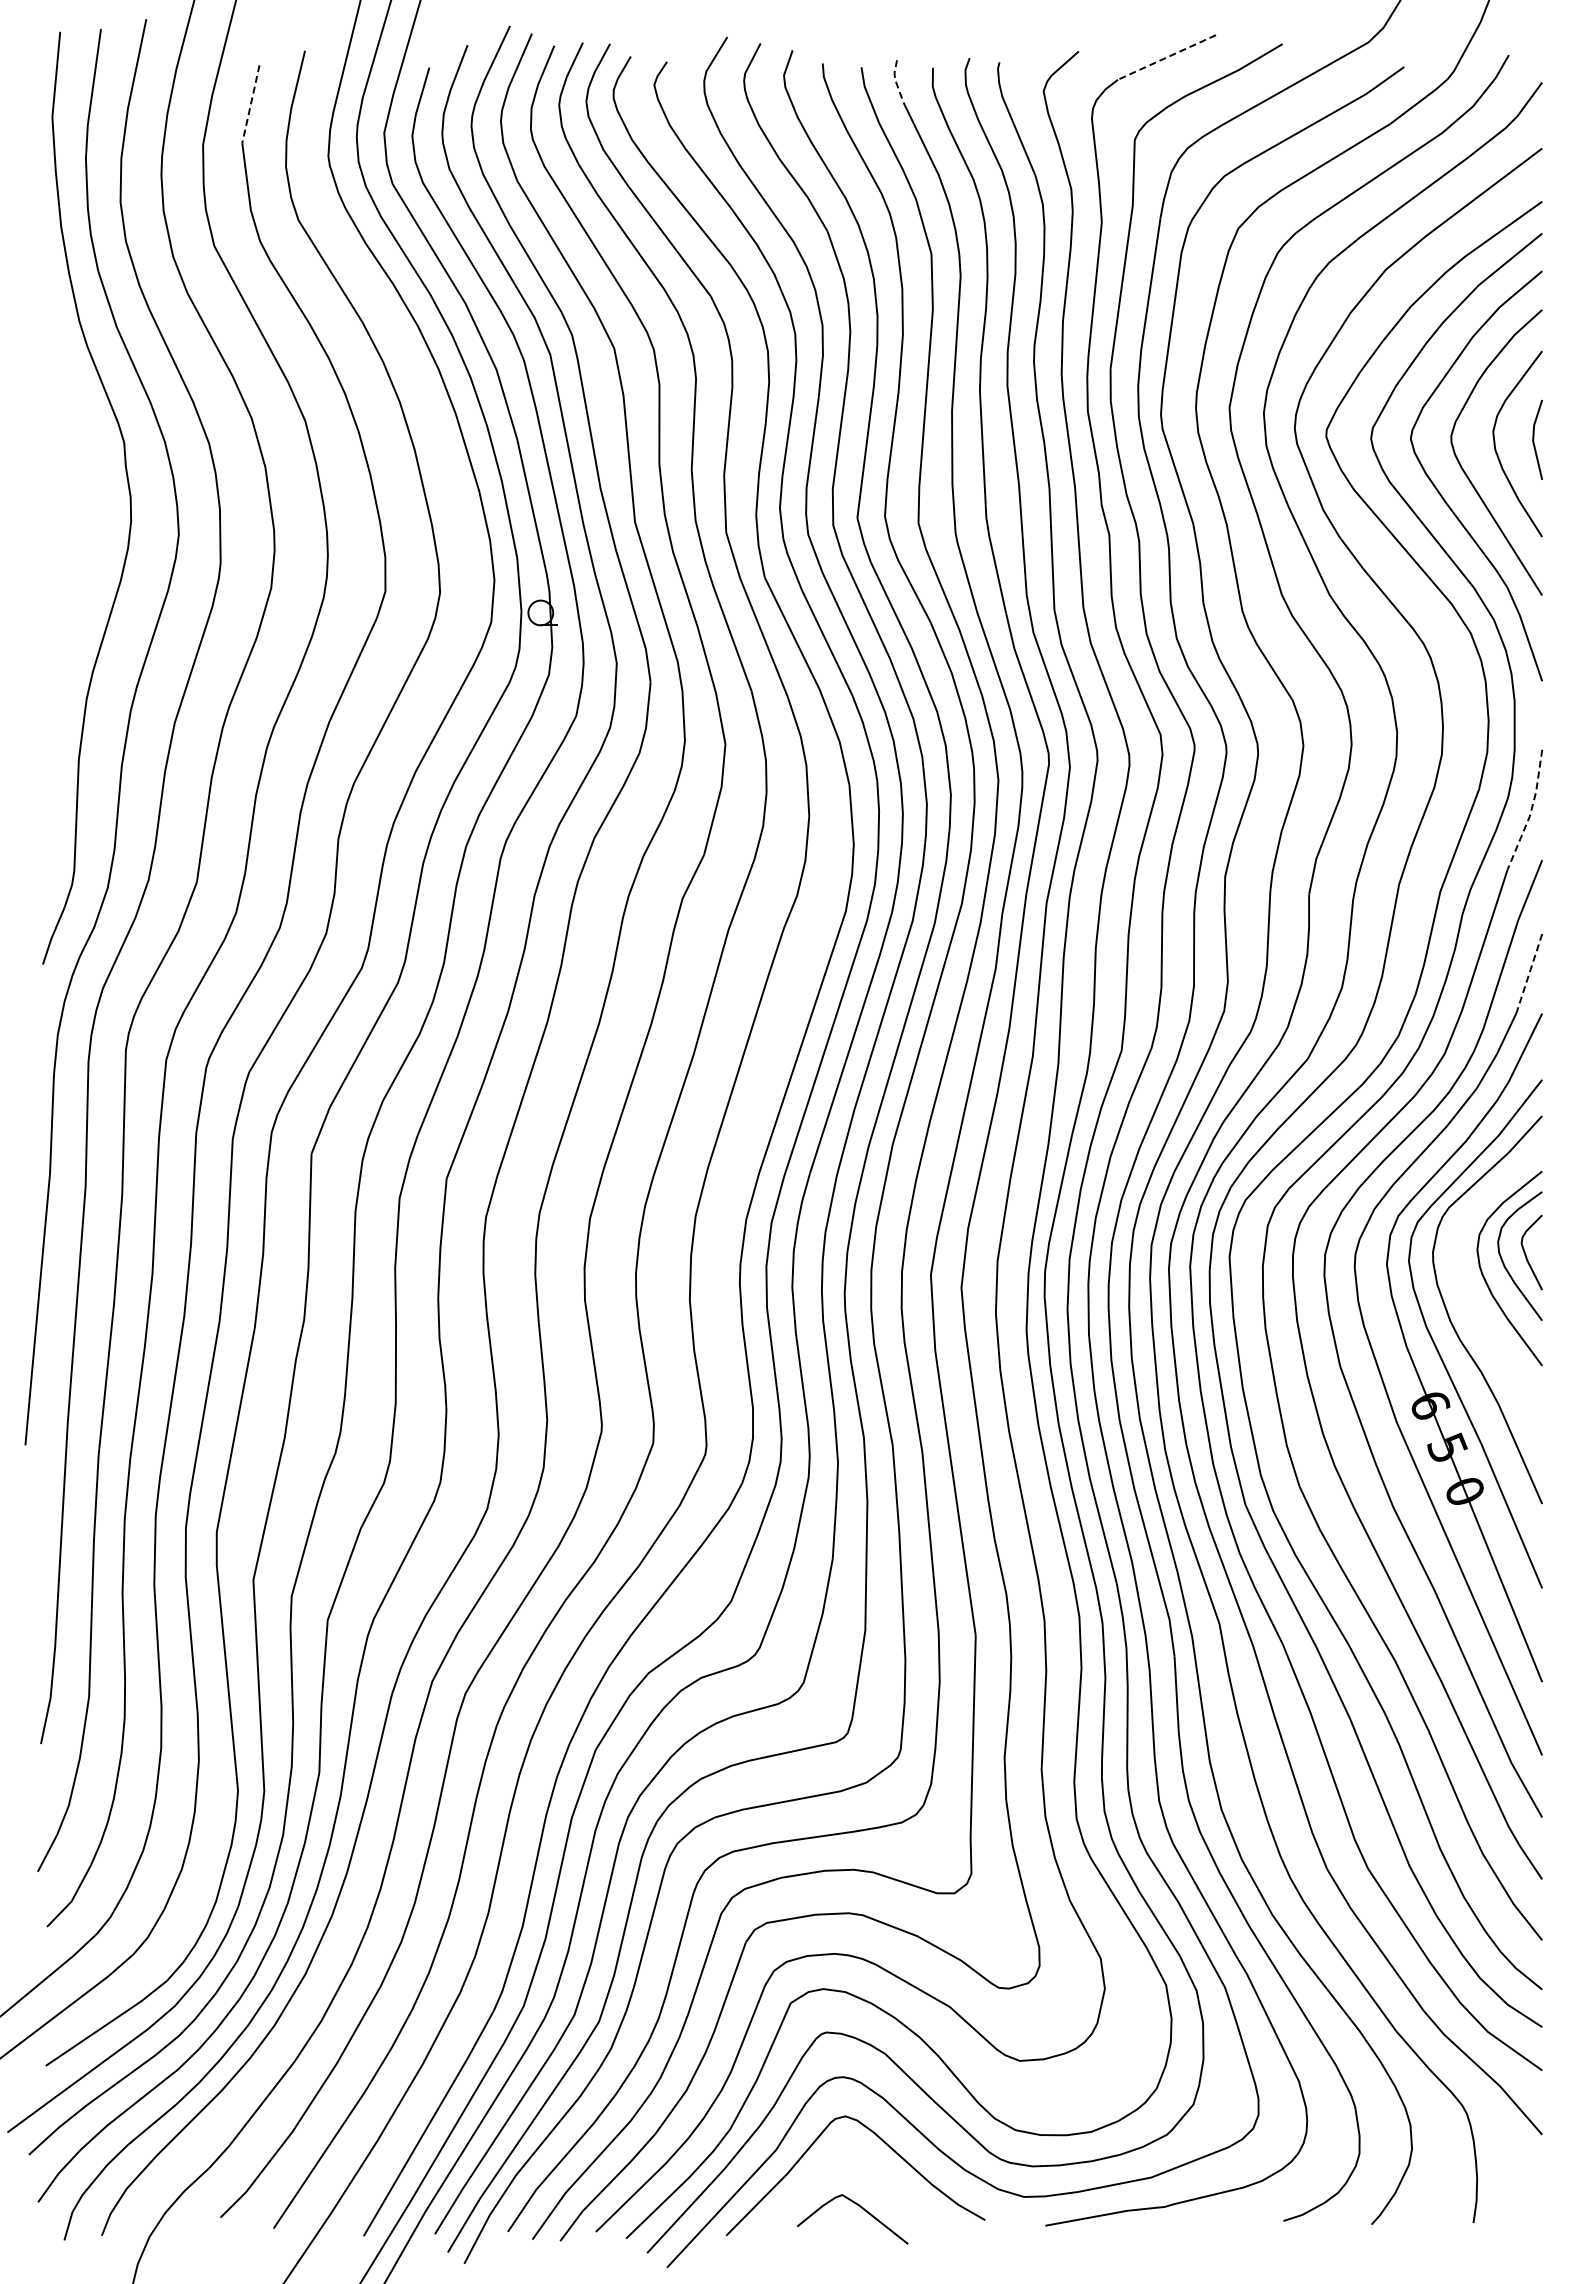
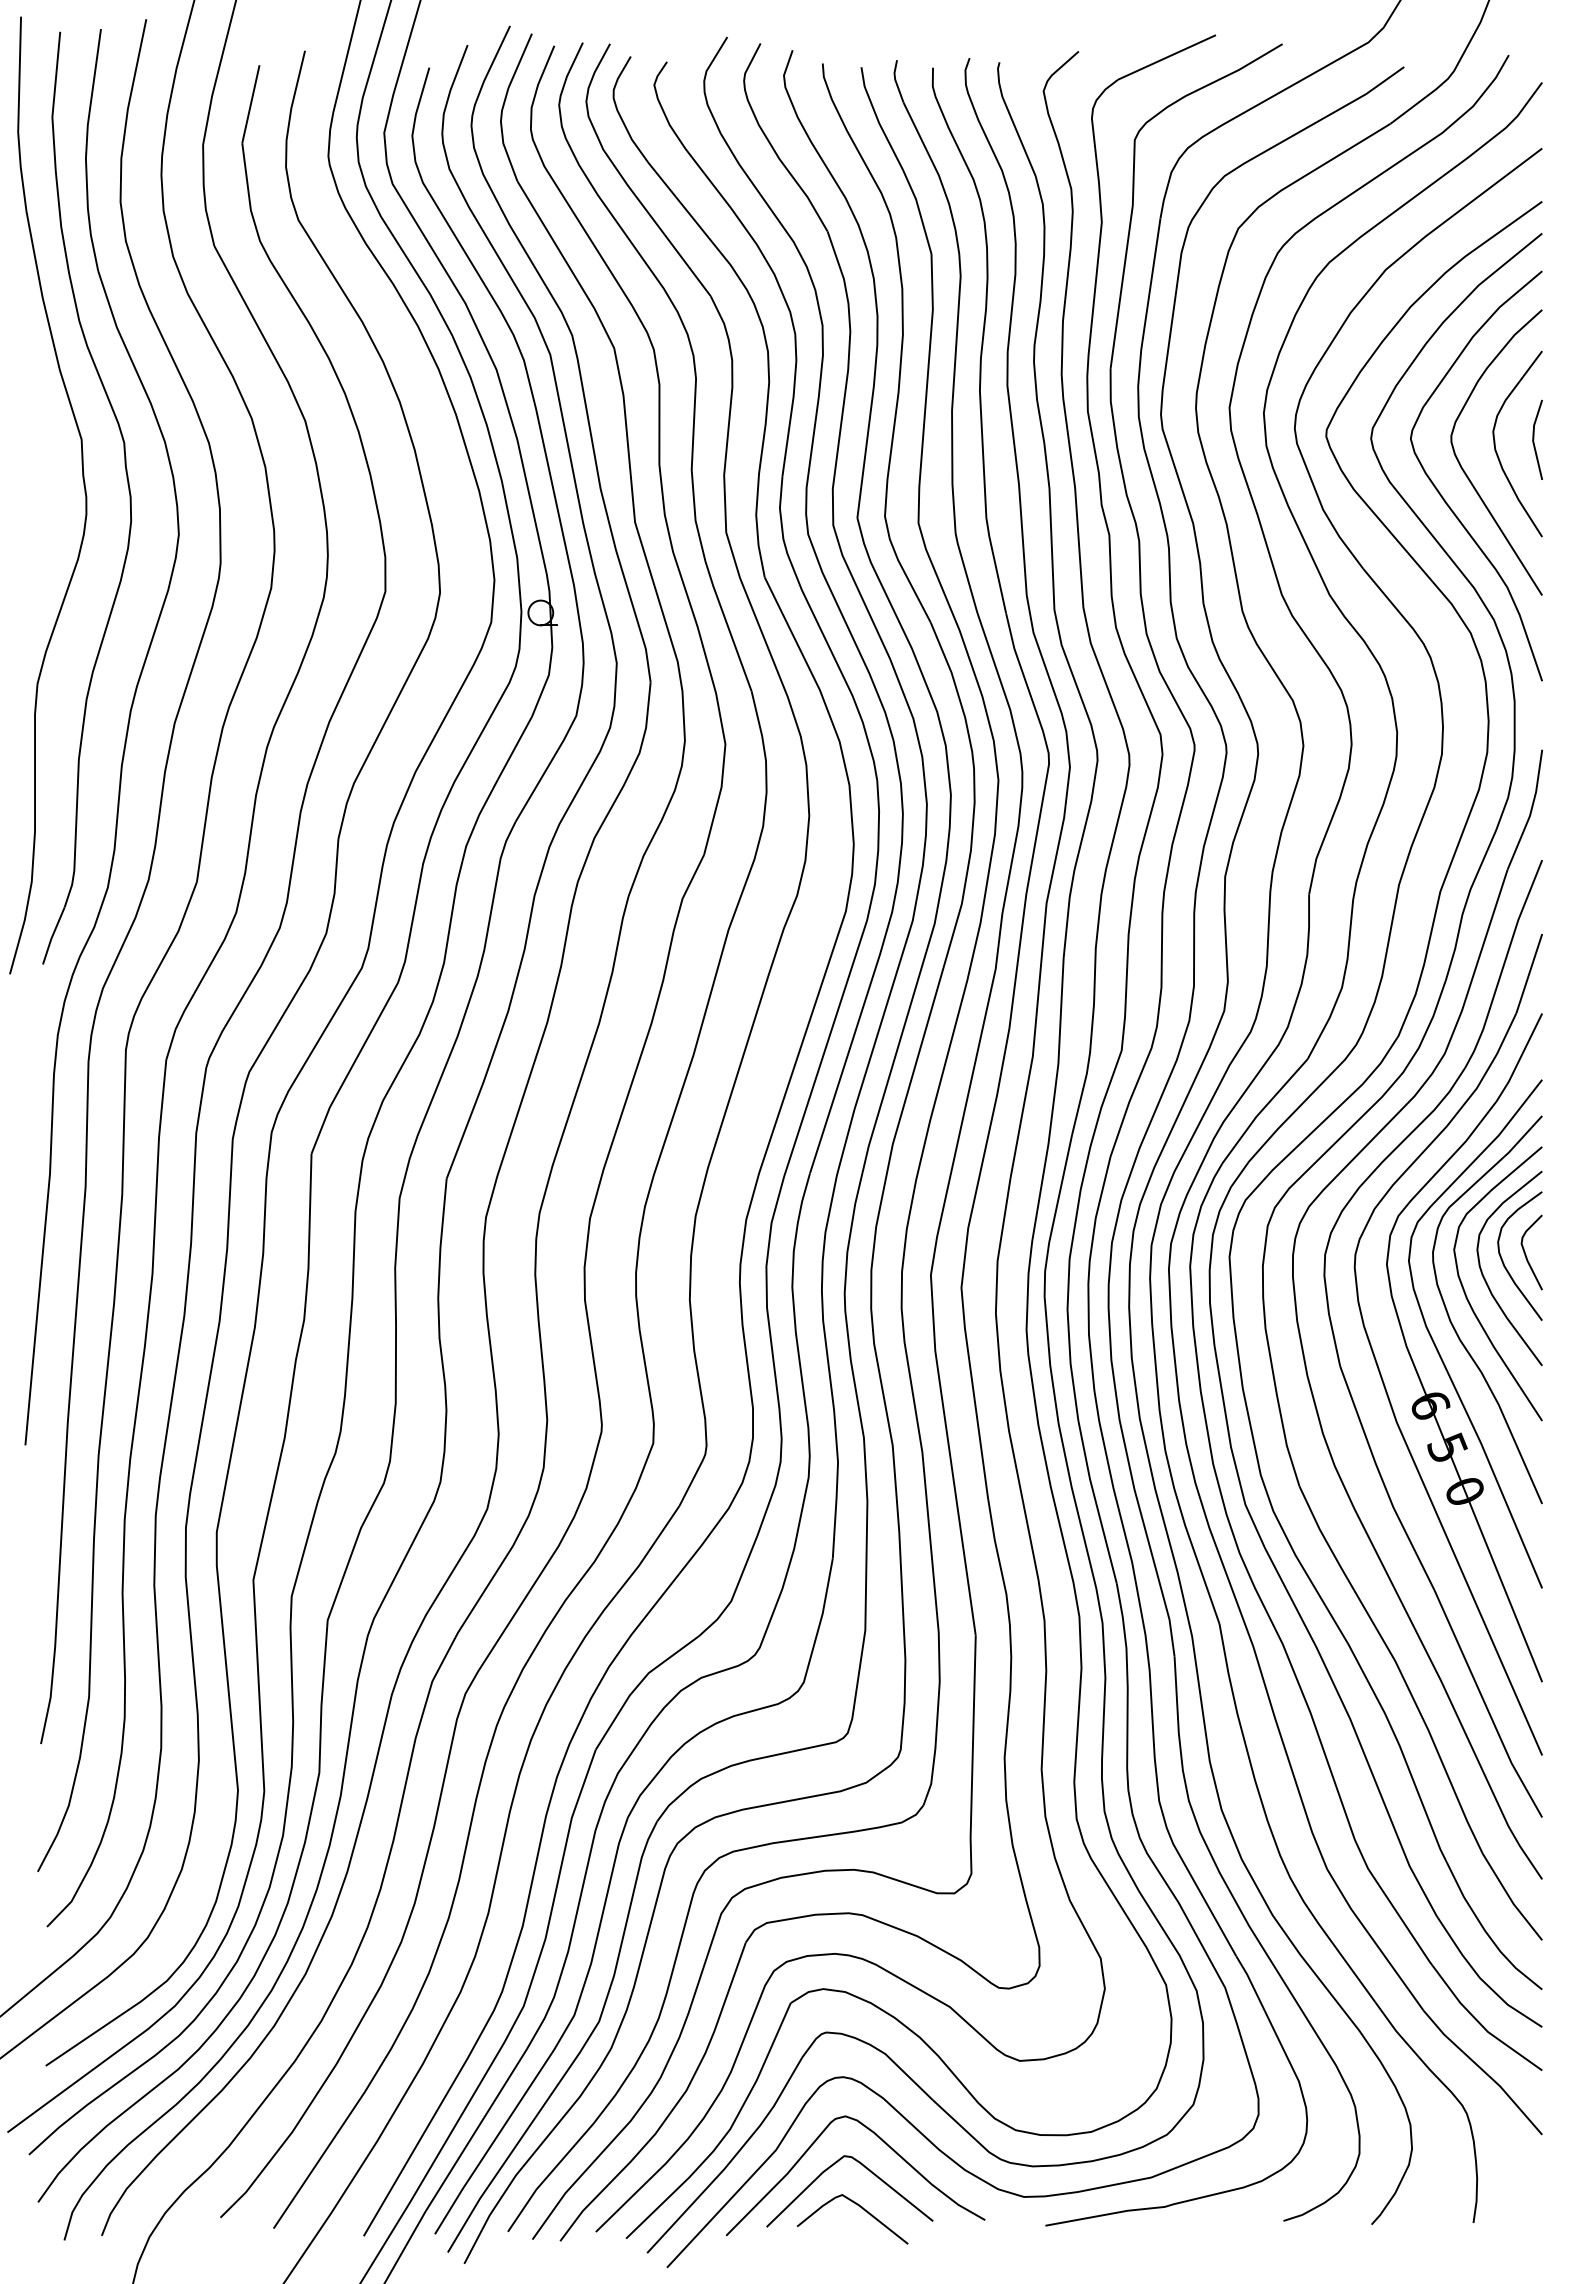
line at (1166, 57): dashed -> solid
line at (895, 80): dashed -> solid
line at (250, 104): dashed -> solid
curve at (84, 493): none -> present
line at (1530, 812): dashed -> solid
line at (1529, 973): dashed -> solid
curve at (1467, 1296): none -> present
curve at (866, 2169): none -> present
